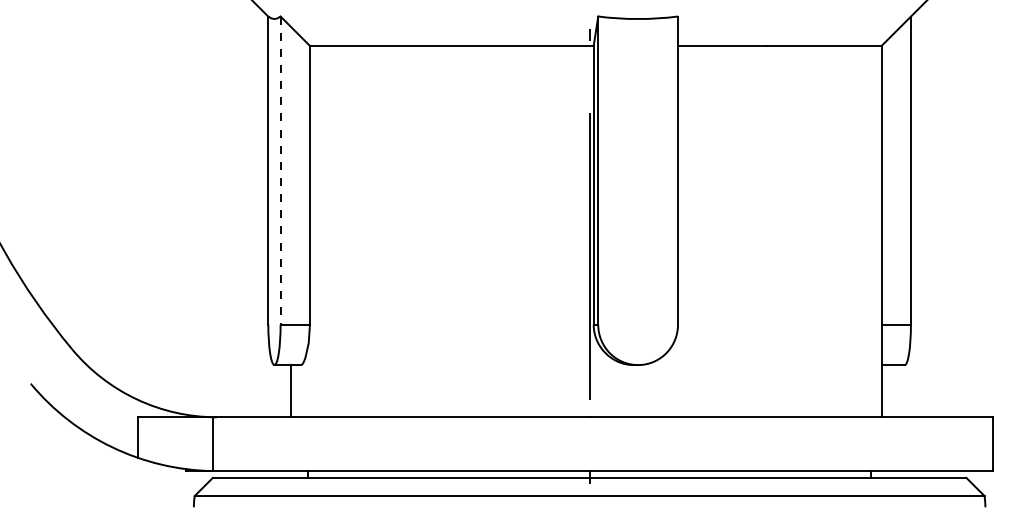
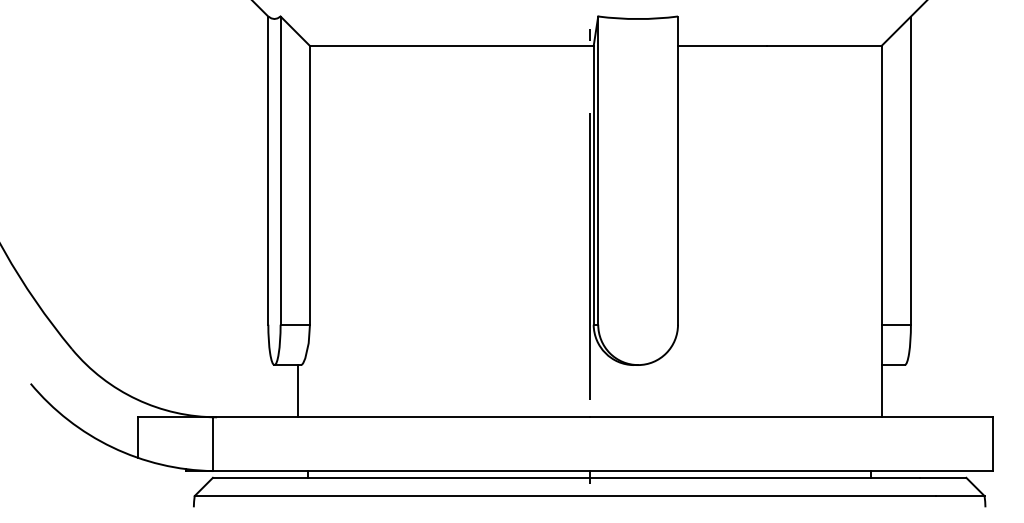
line at (280, 171): dashed -> solid
line at (290, 391) position: (290, 391) -> (297, 391)
